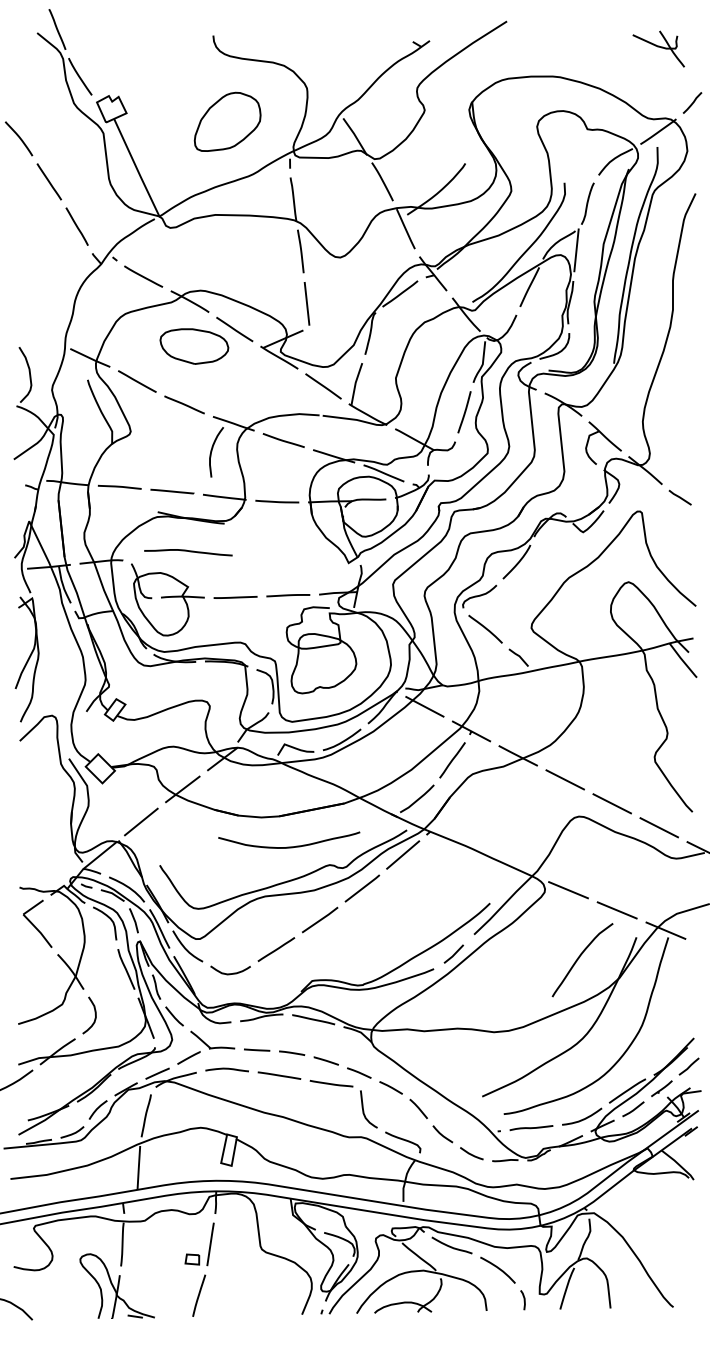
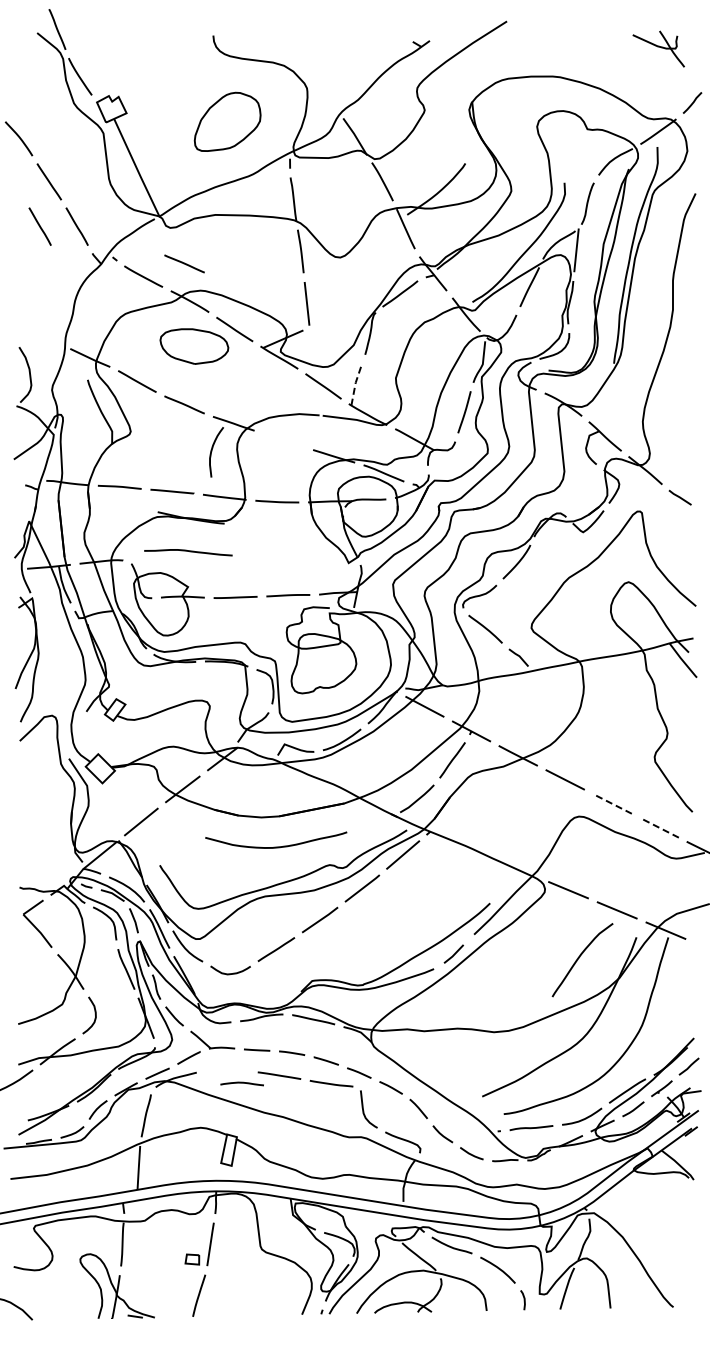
line at (39, 226): none -> present
line at (184, 263): none -> present
line at (355, 382): solid -> dashed
line at (283, 440): present -> none
line at (612, 803): solid -> dashed
line at (659, 827): solid -> dashed
curve at (289, 846) position: (289, 846) -> (276, 846)
curve at (226, 1069) position: (226, 1069) -> (241, 1083)
